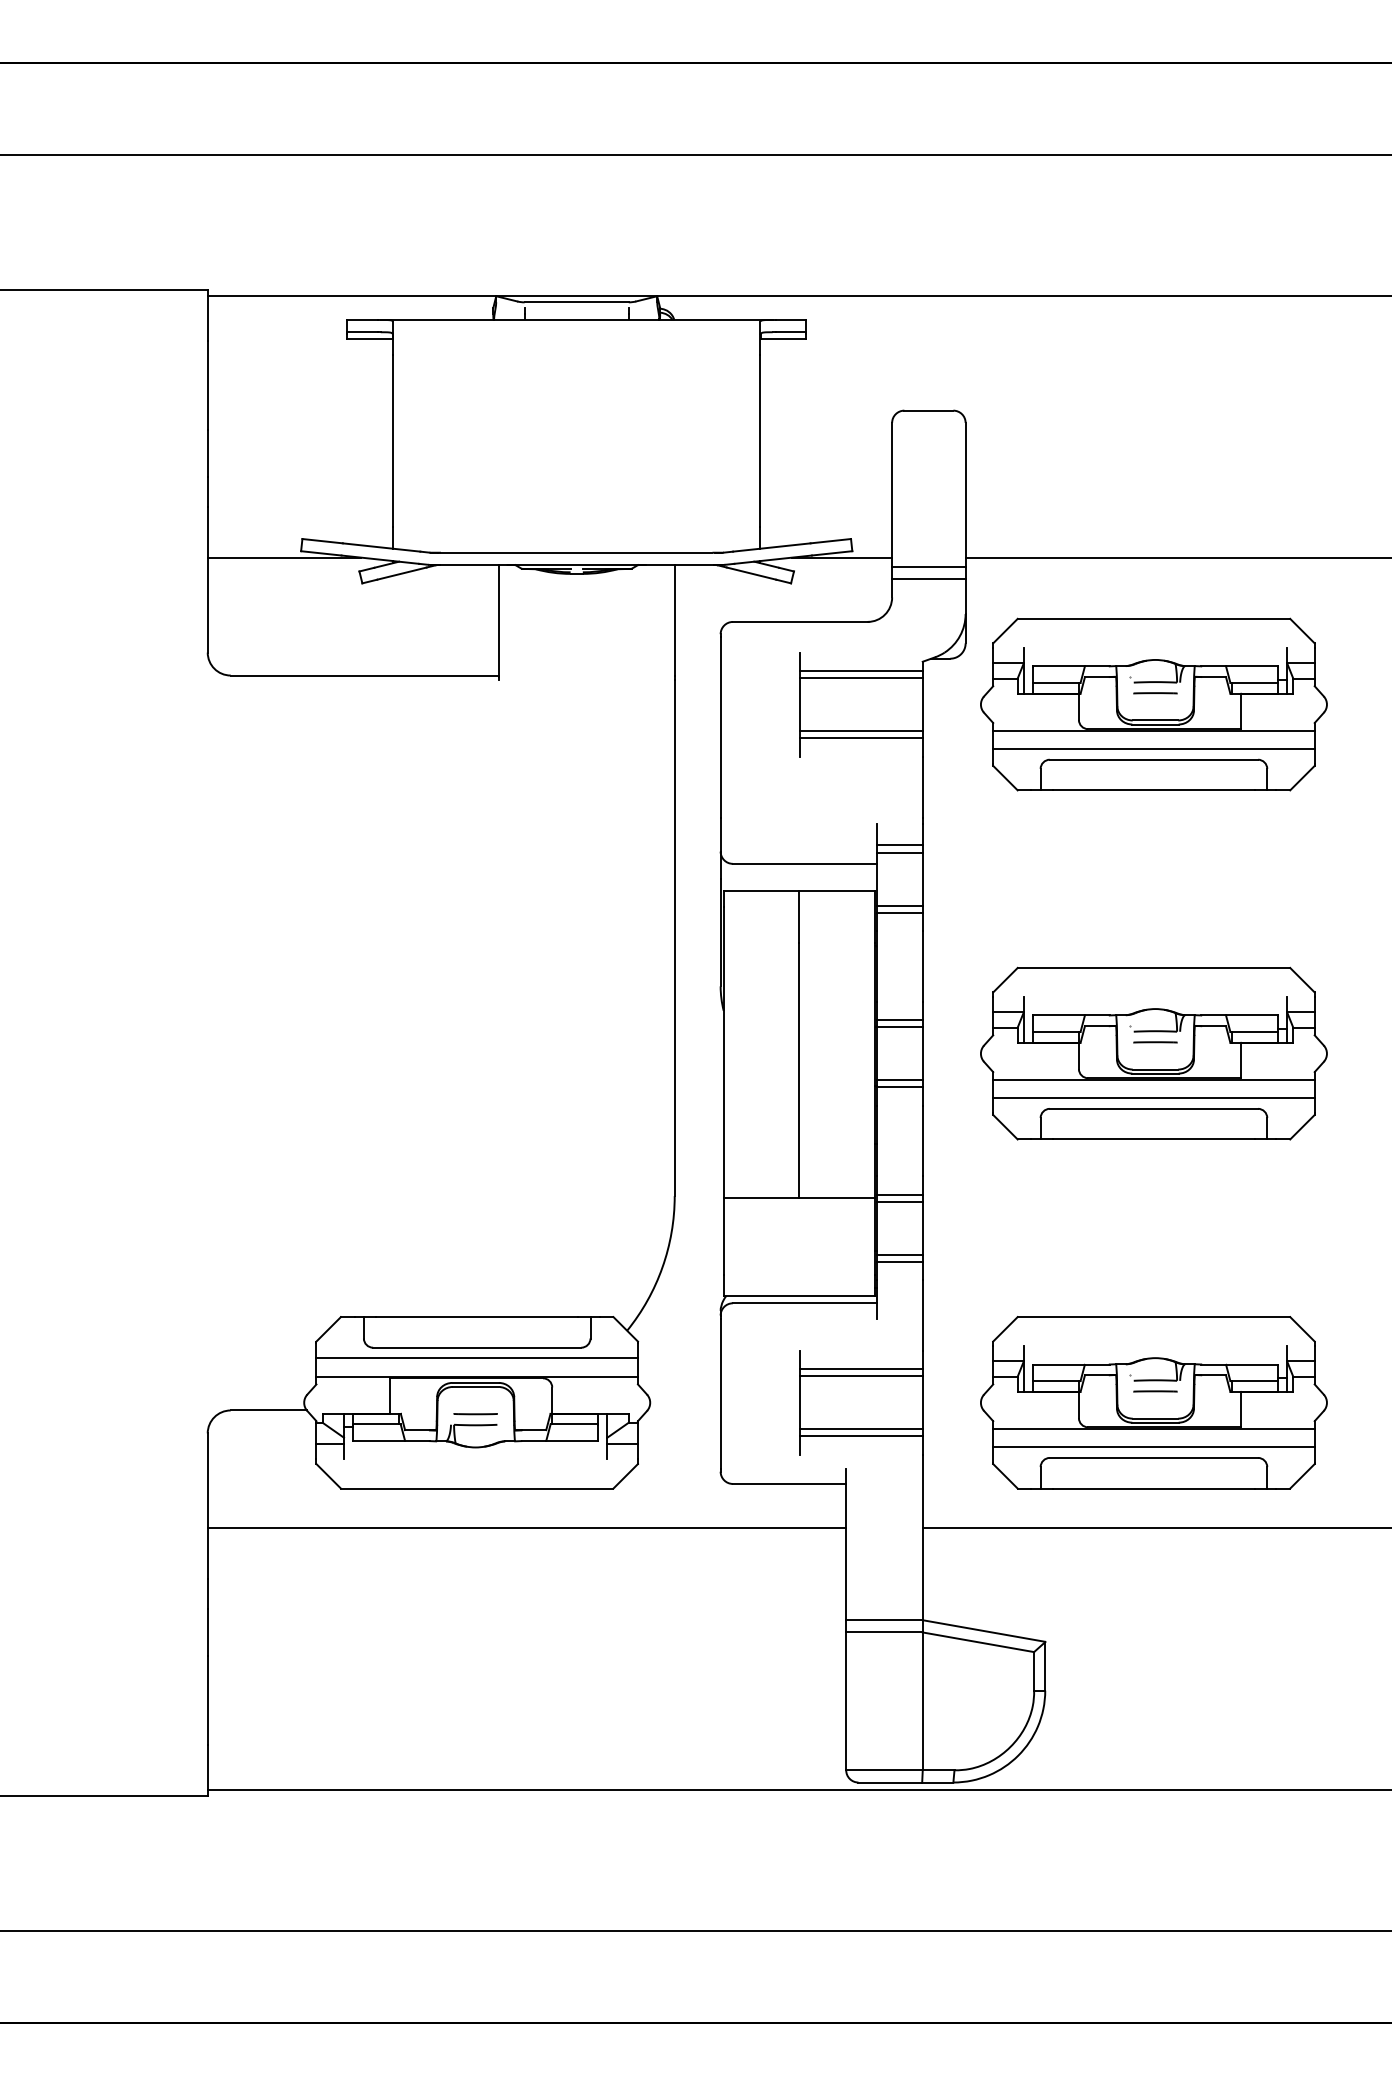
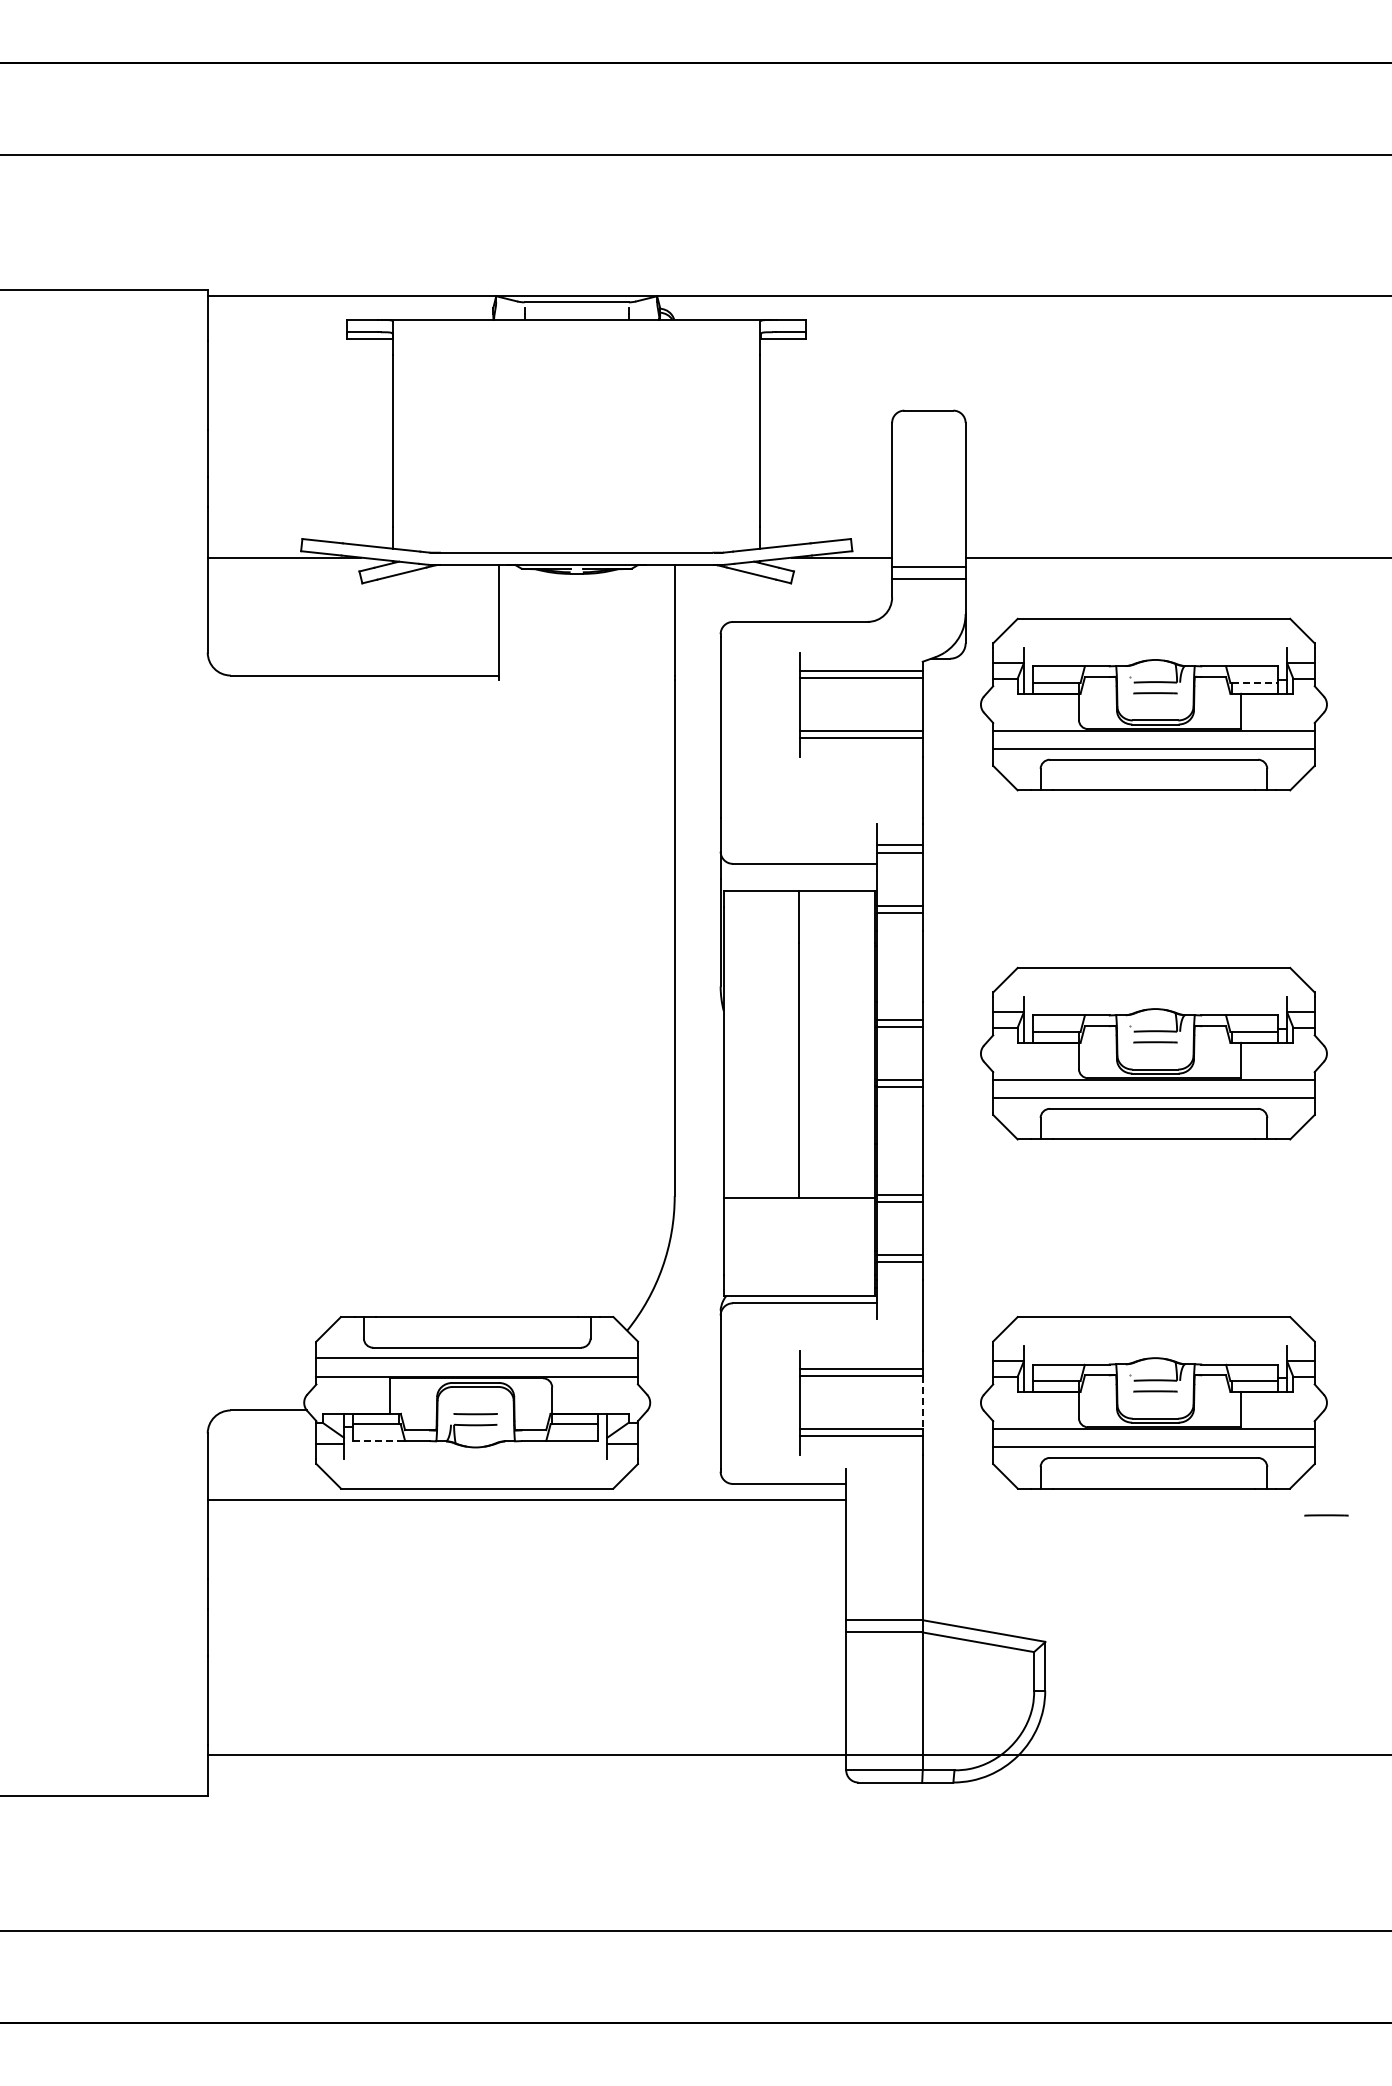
line at (1255, 683): solid -> dashed
line at (922, 1402): solid -> dashed
line at (379, 1441): solid -> dashed
line at (1326, 1515): none -> present
line at (526, 1528) position: (526, 1528) -> (526, 1500)
line at (1155, 1528): present -> none
line at (797, 1789) position: (797, 1789) -> (797, 1754)
